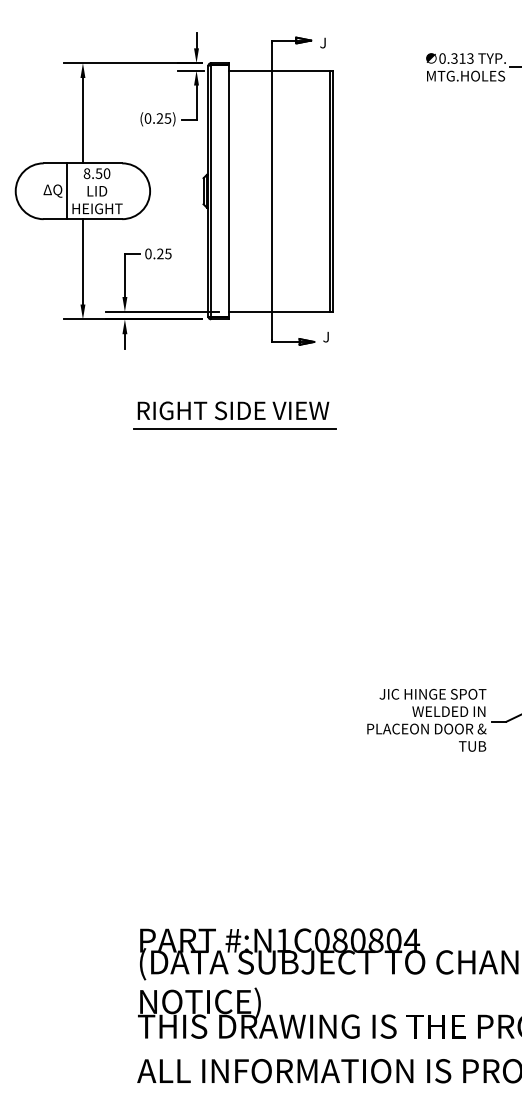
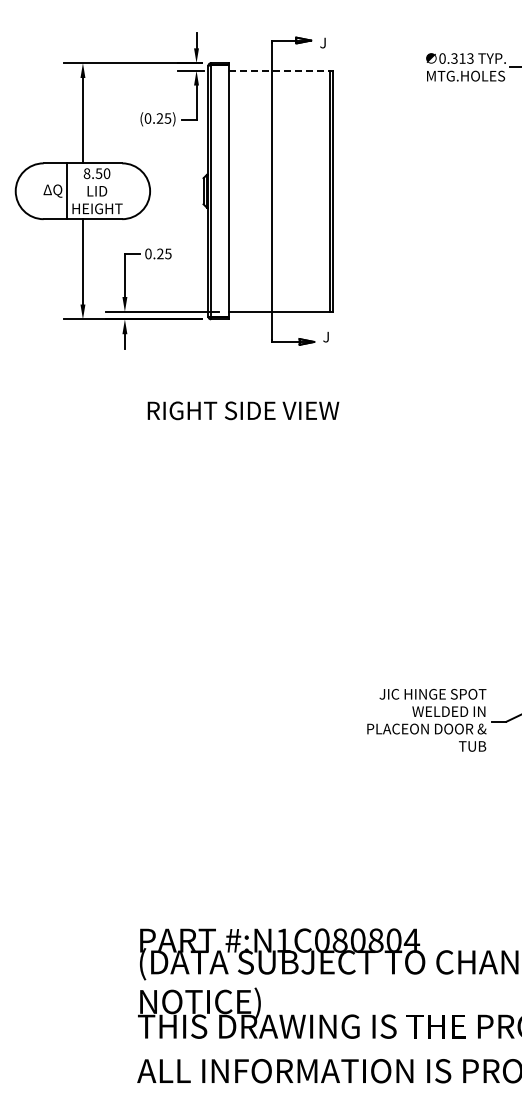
line at (279, 70): solid -> dashed
text at (233, 410) position: (233, 410) -> (243, 410)
line at (234, 429): present -> none
